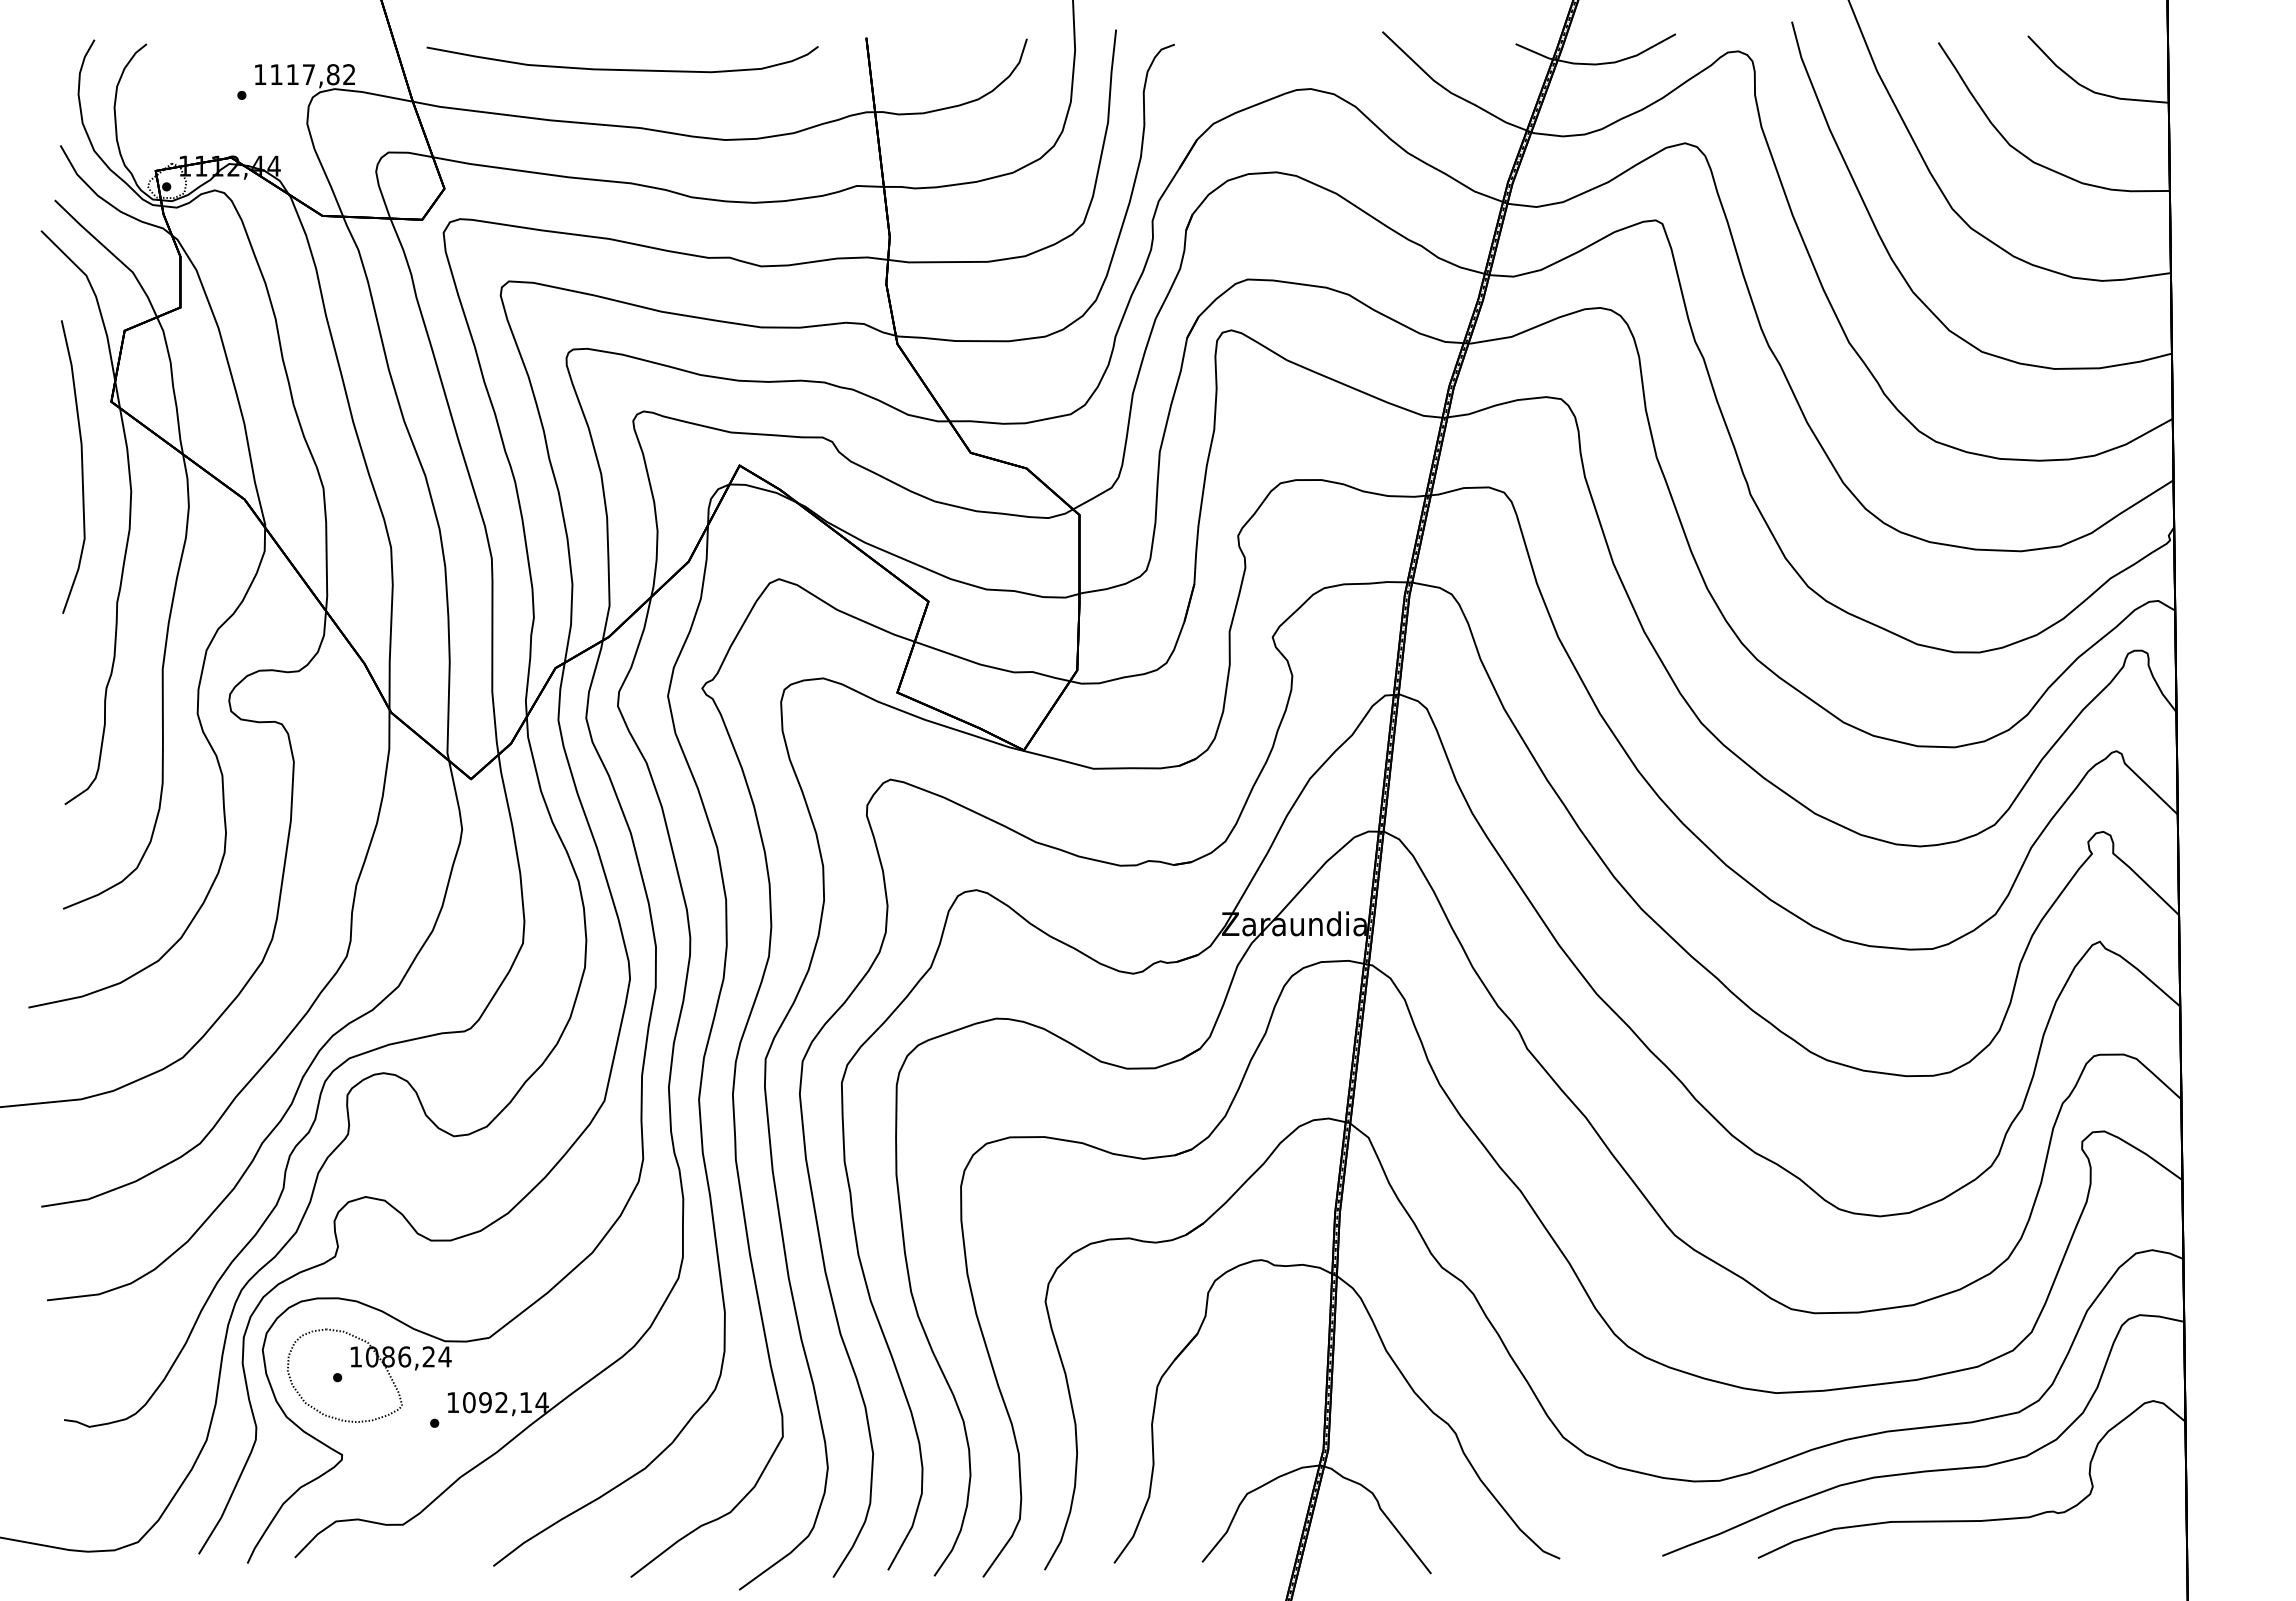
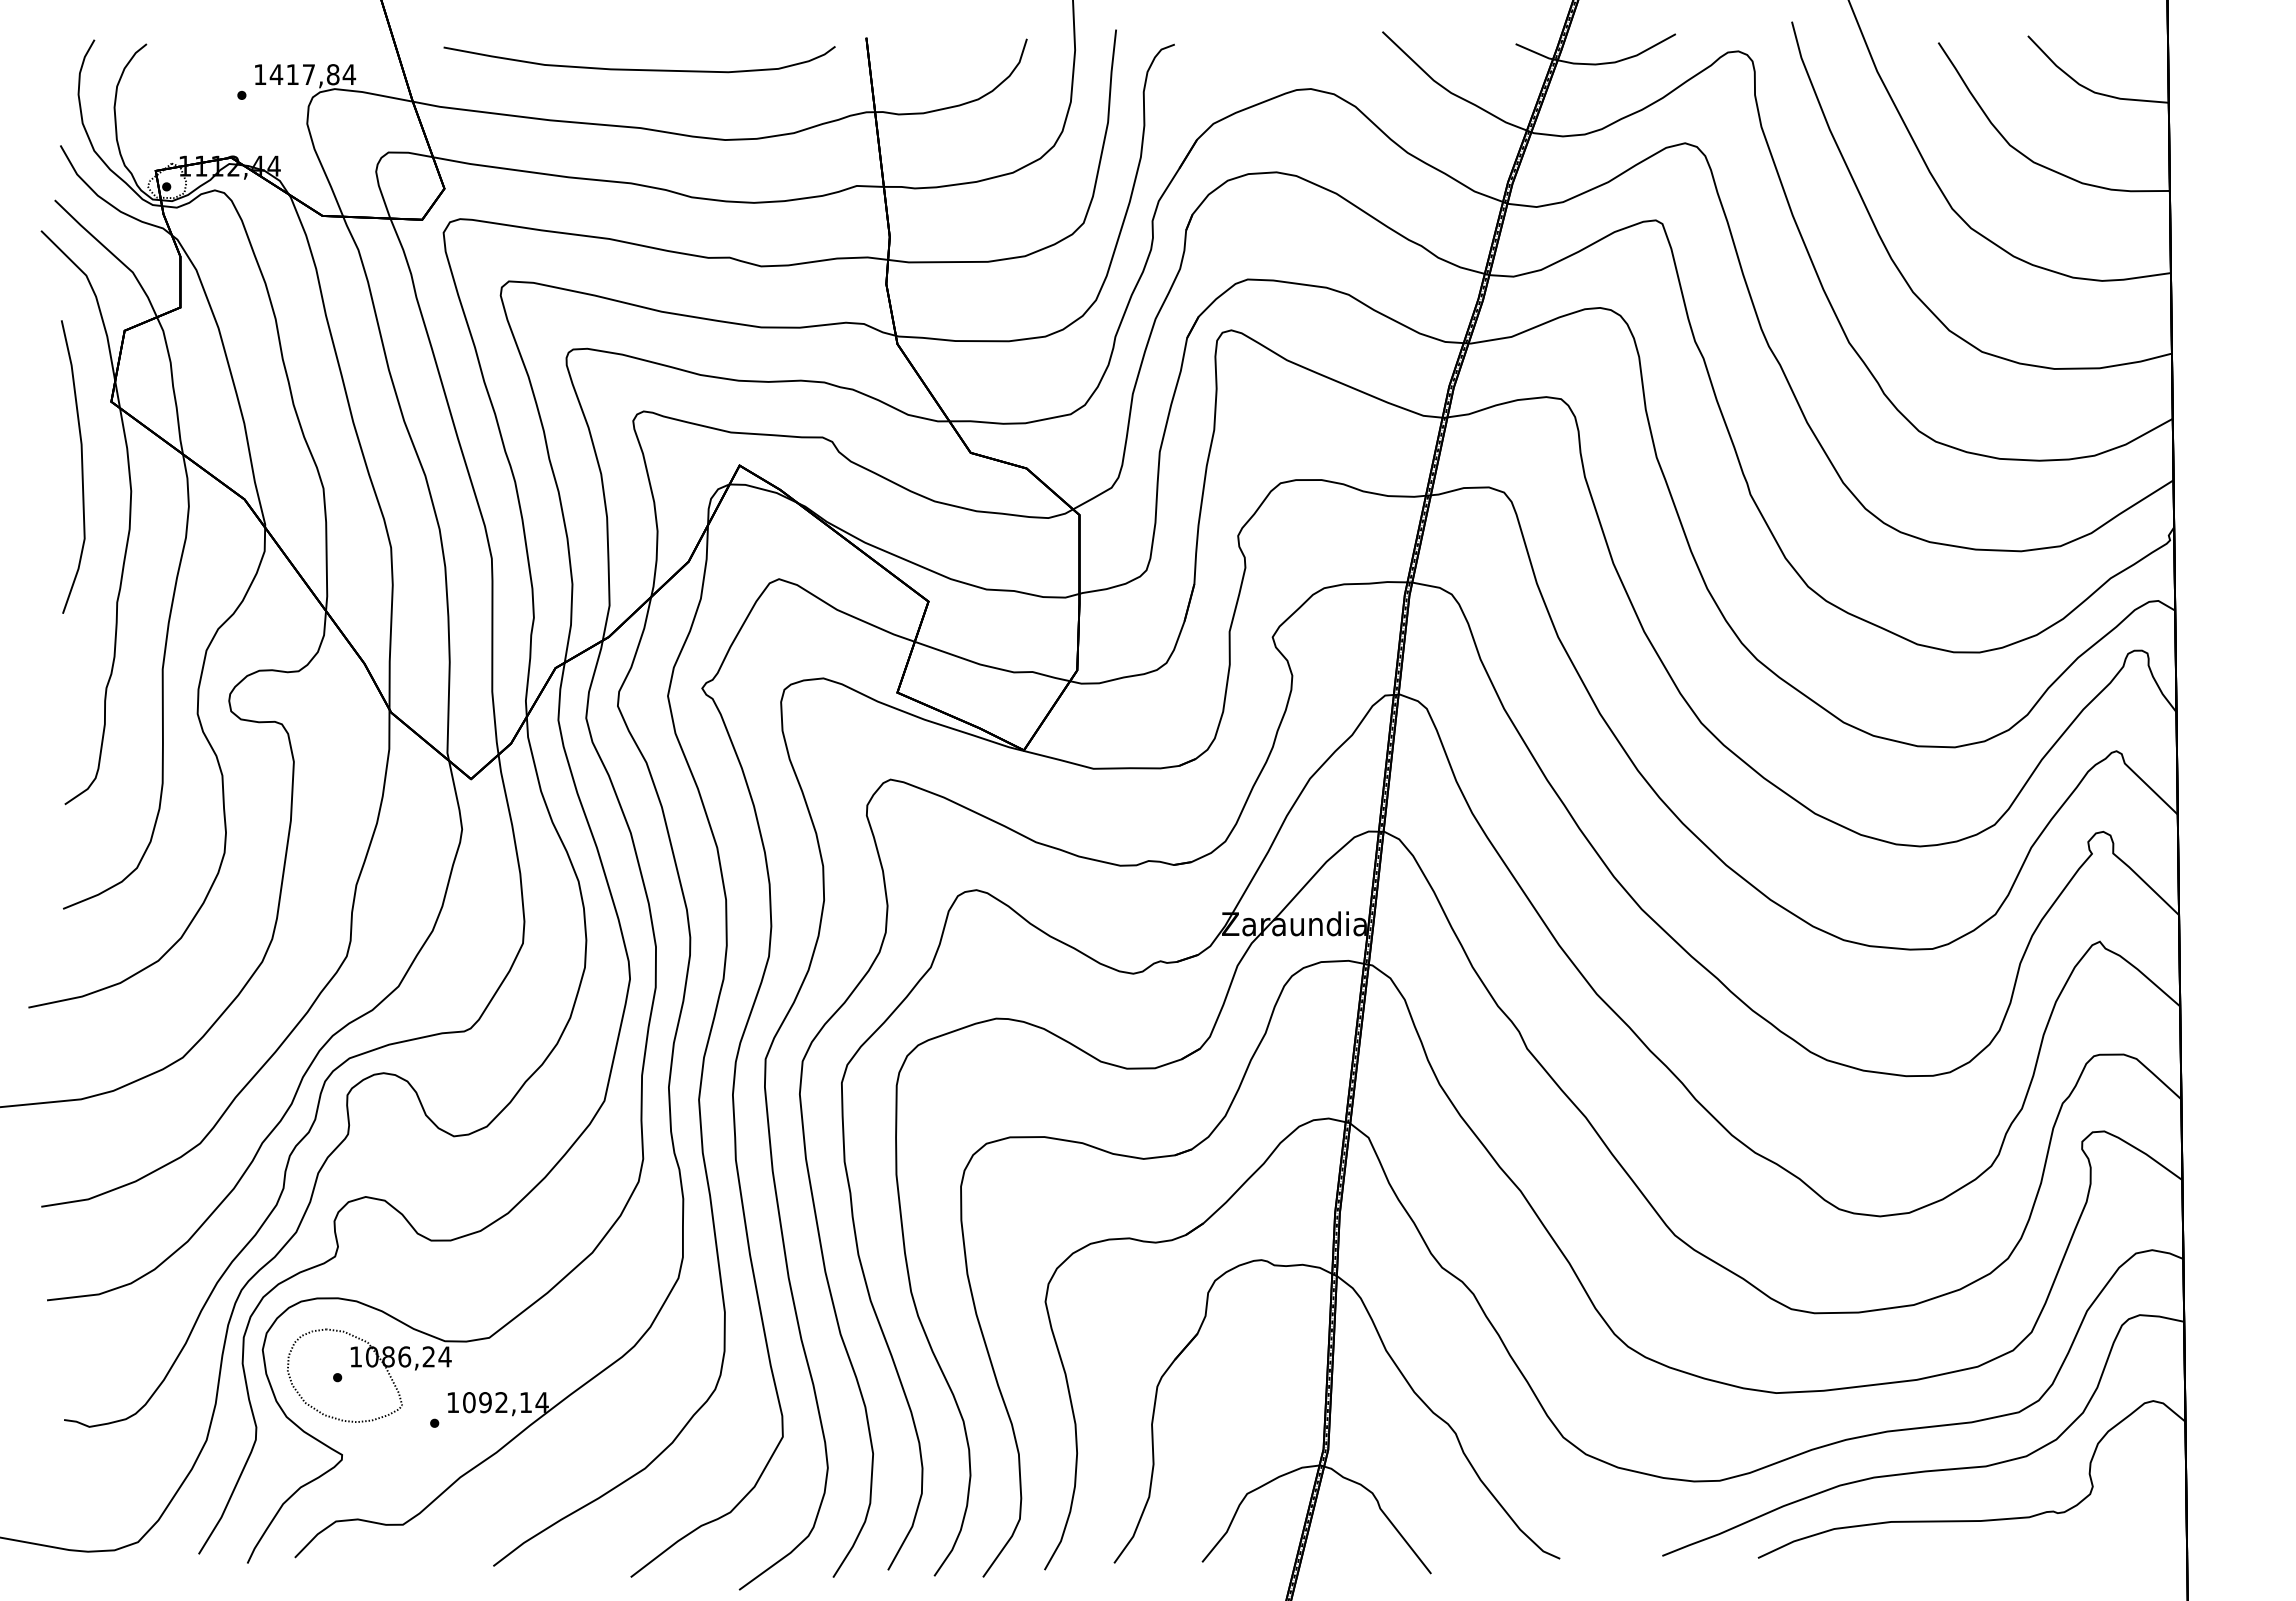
curve at (622, 69) position: (622, 69) -> (639, 69)
text at (312, 74): 1117,82 -> 1417,84
